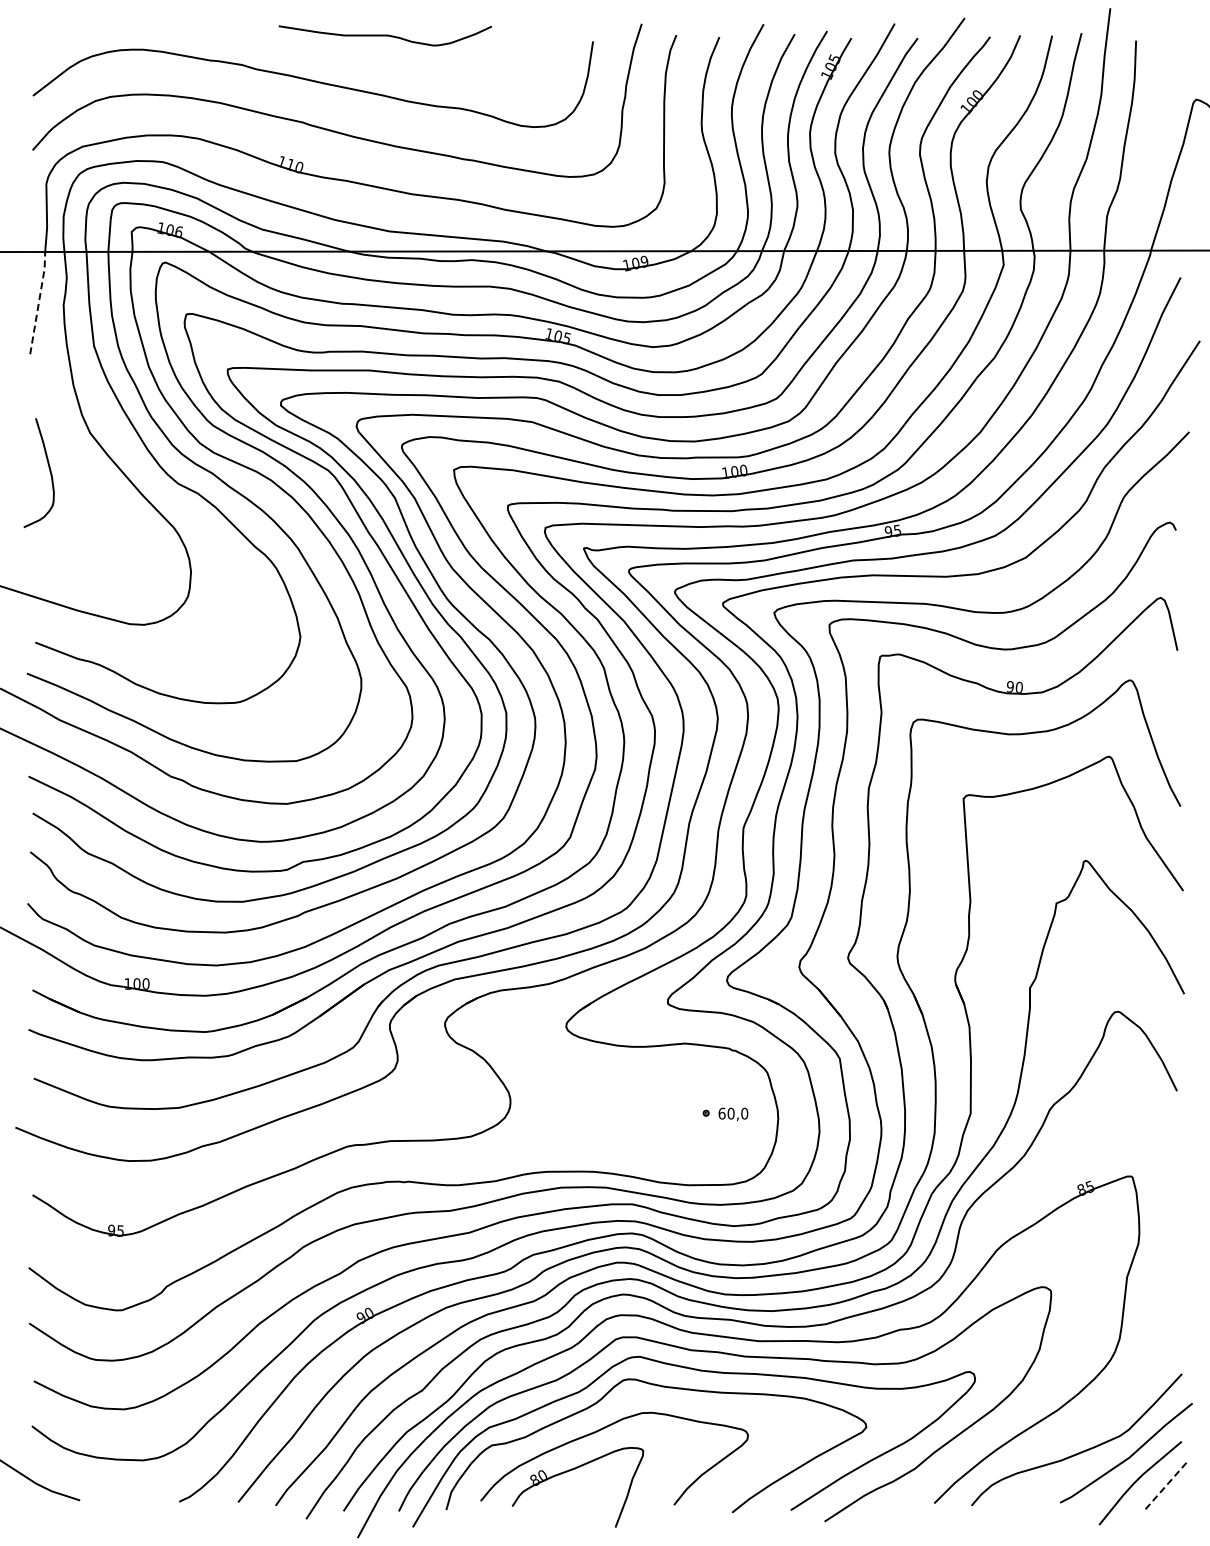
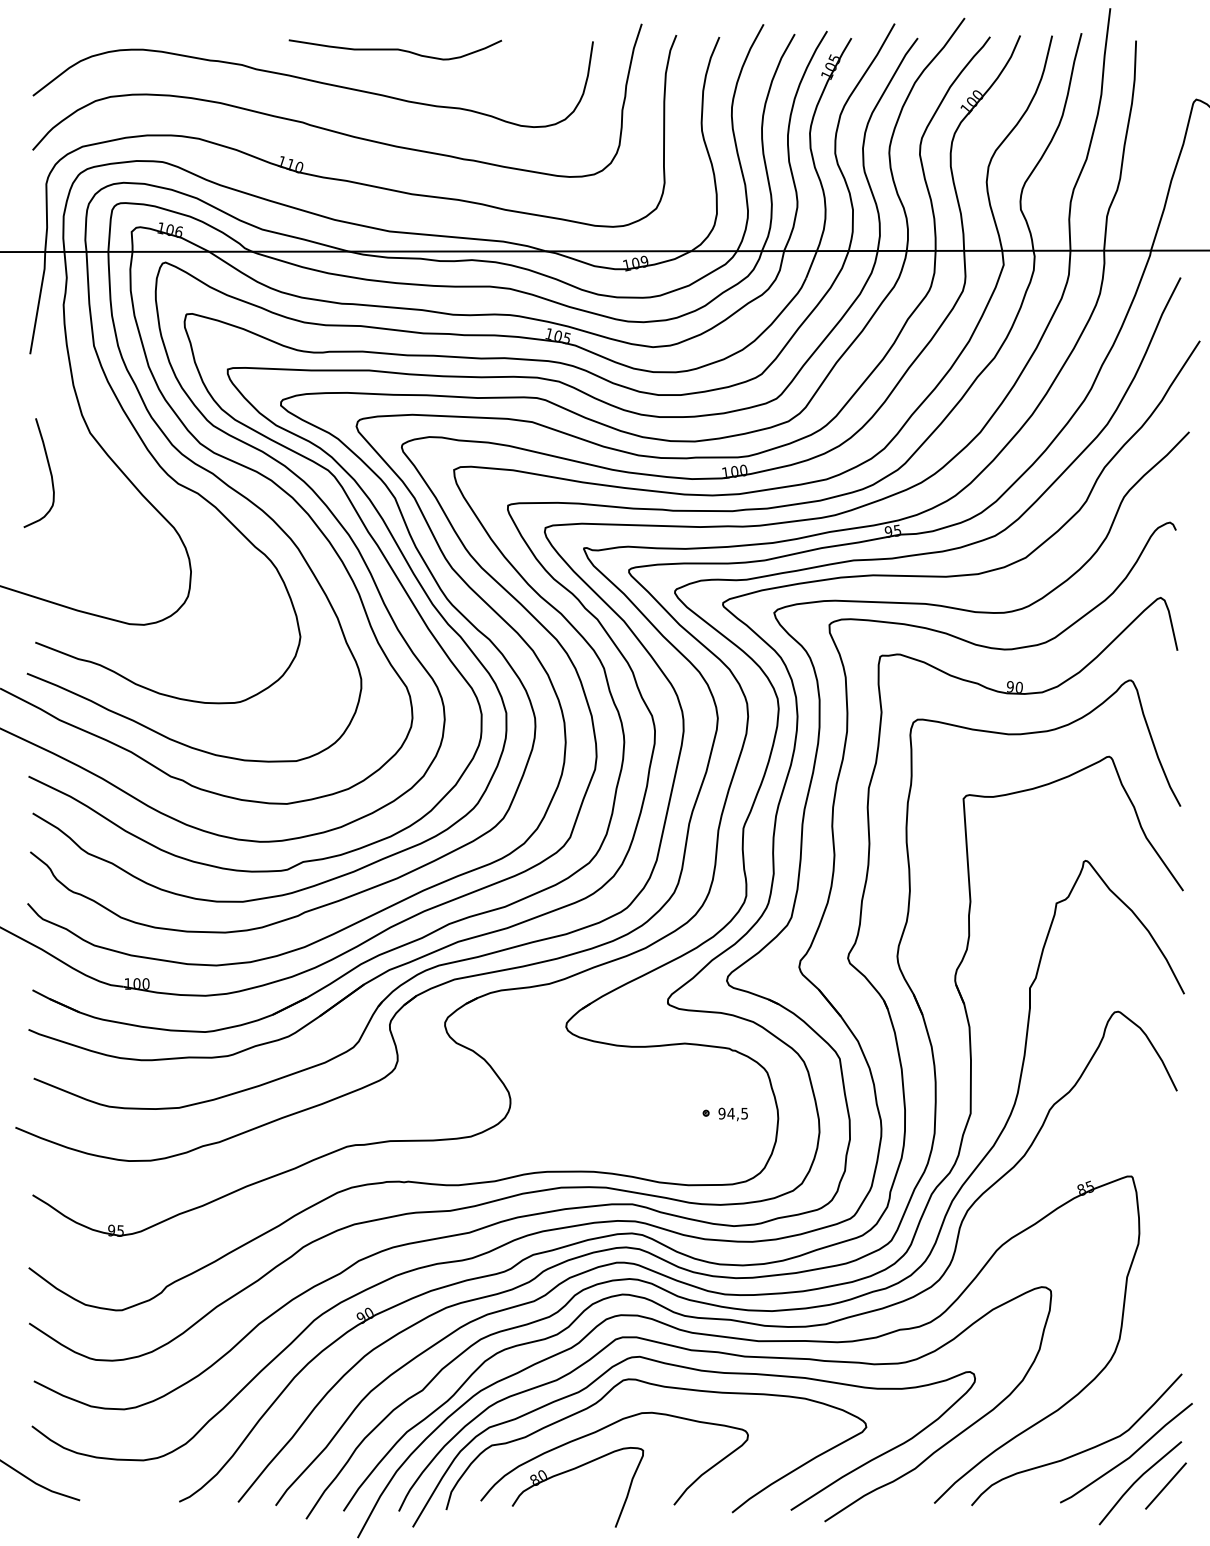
curve at (385, 35) position: (385, 35) -> (395, 49)
line at (38, 302): dashed -> solid
text at (733, 1113): 60,0 -> 94,5
line at (1165, 1486): dashed -> solid
